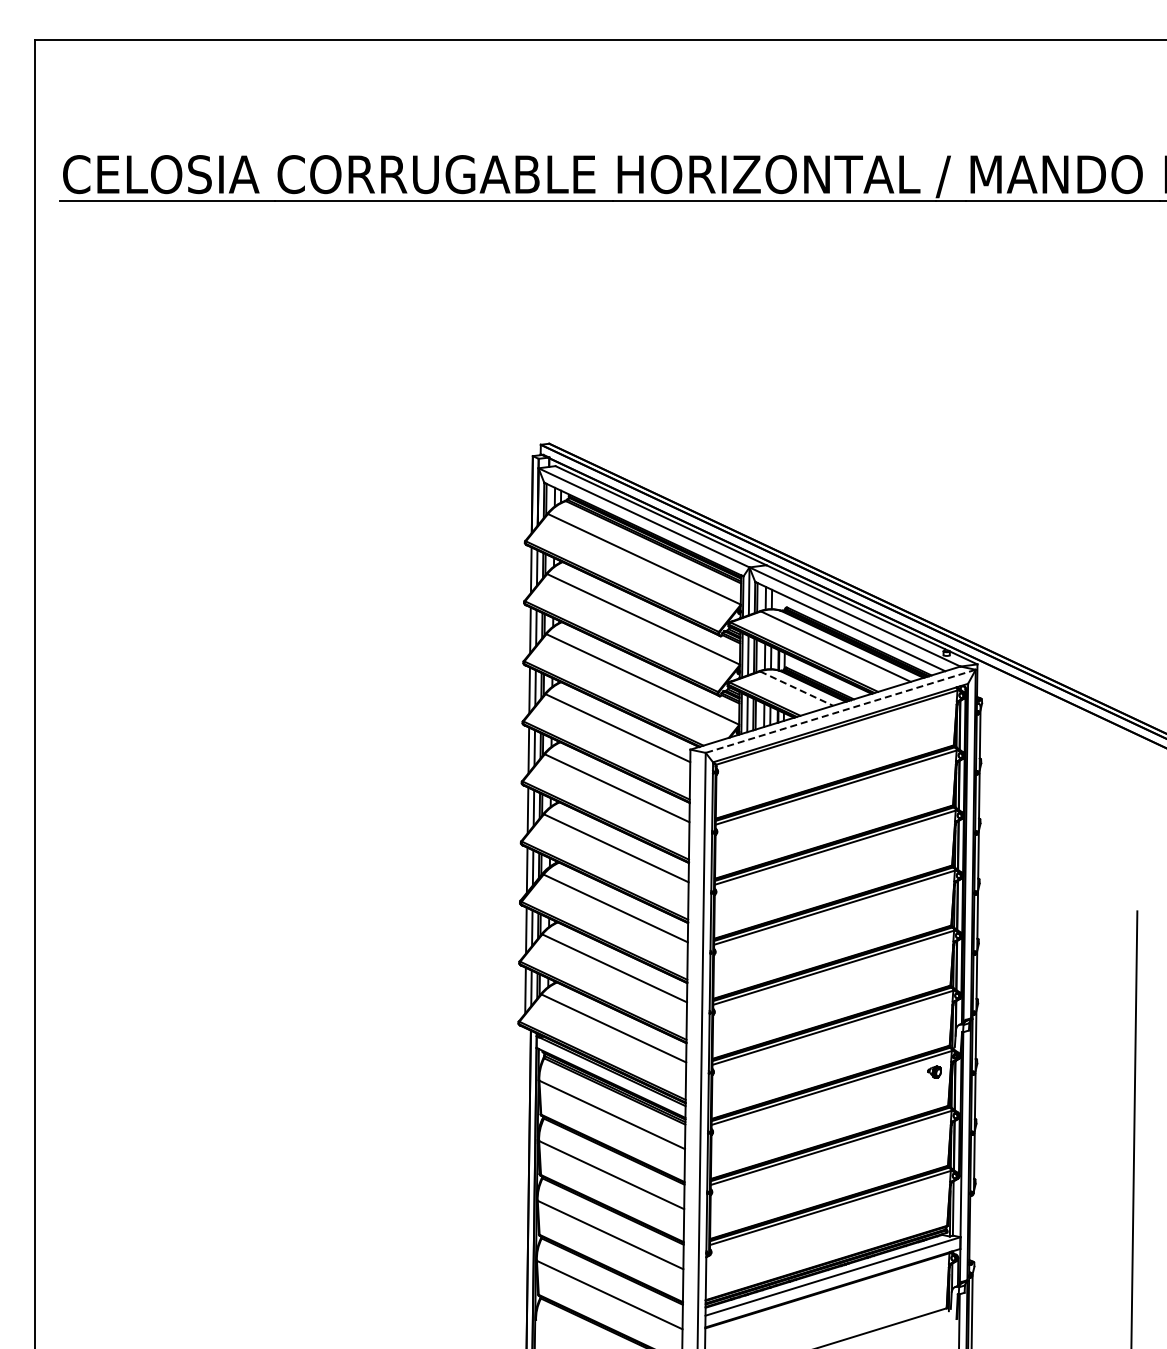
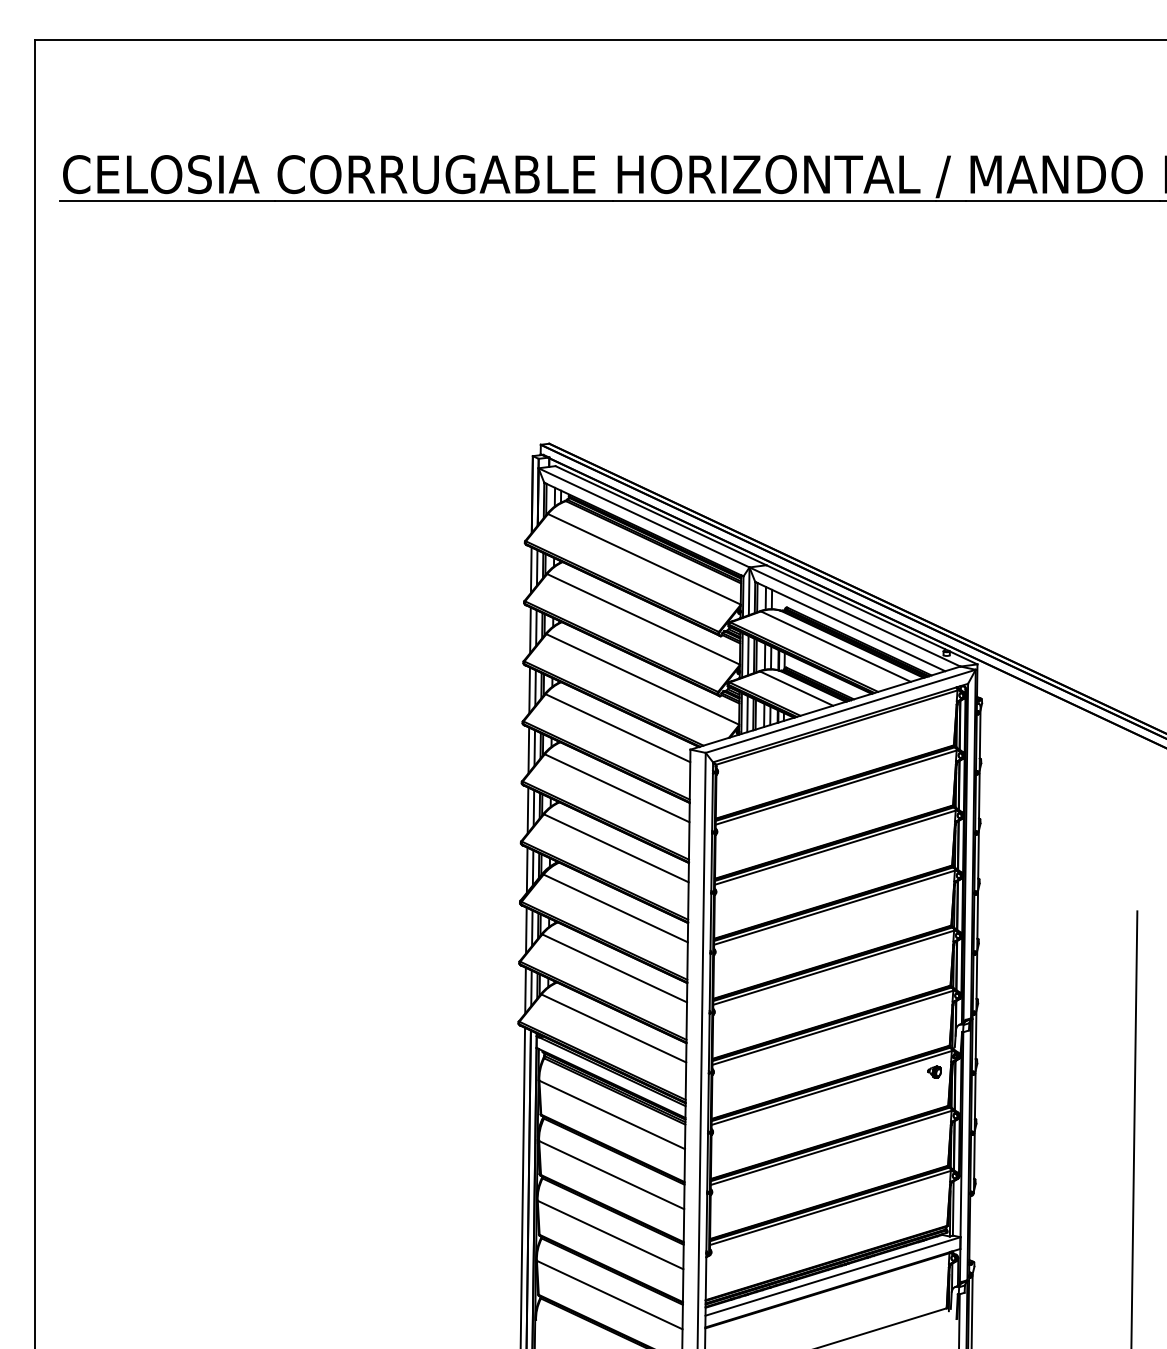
line at (797, 688): dashed -> solid
line at (840, 711): dashed -> solid
line at (522, 1186): none -> present
